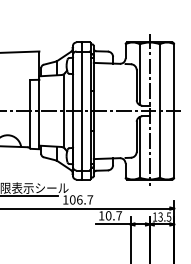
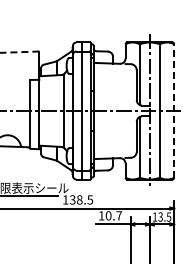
line at (19, 52): solid -> dashed
line at (174, 111): solid -> dashed
text at (81, 199): 106.7 -> 138.5
